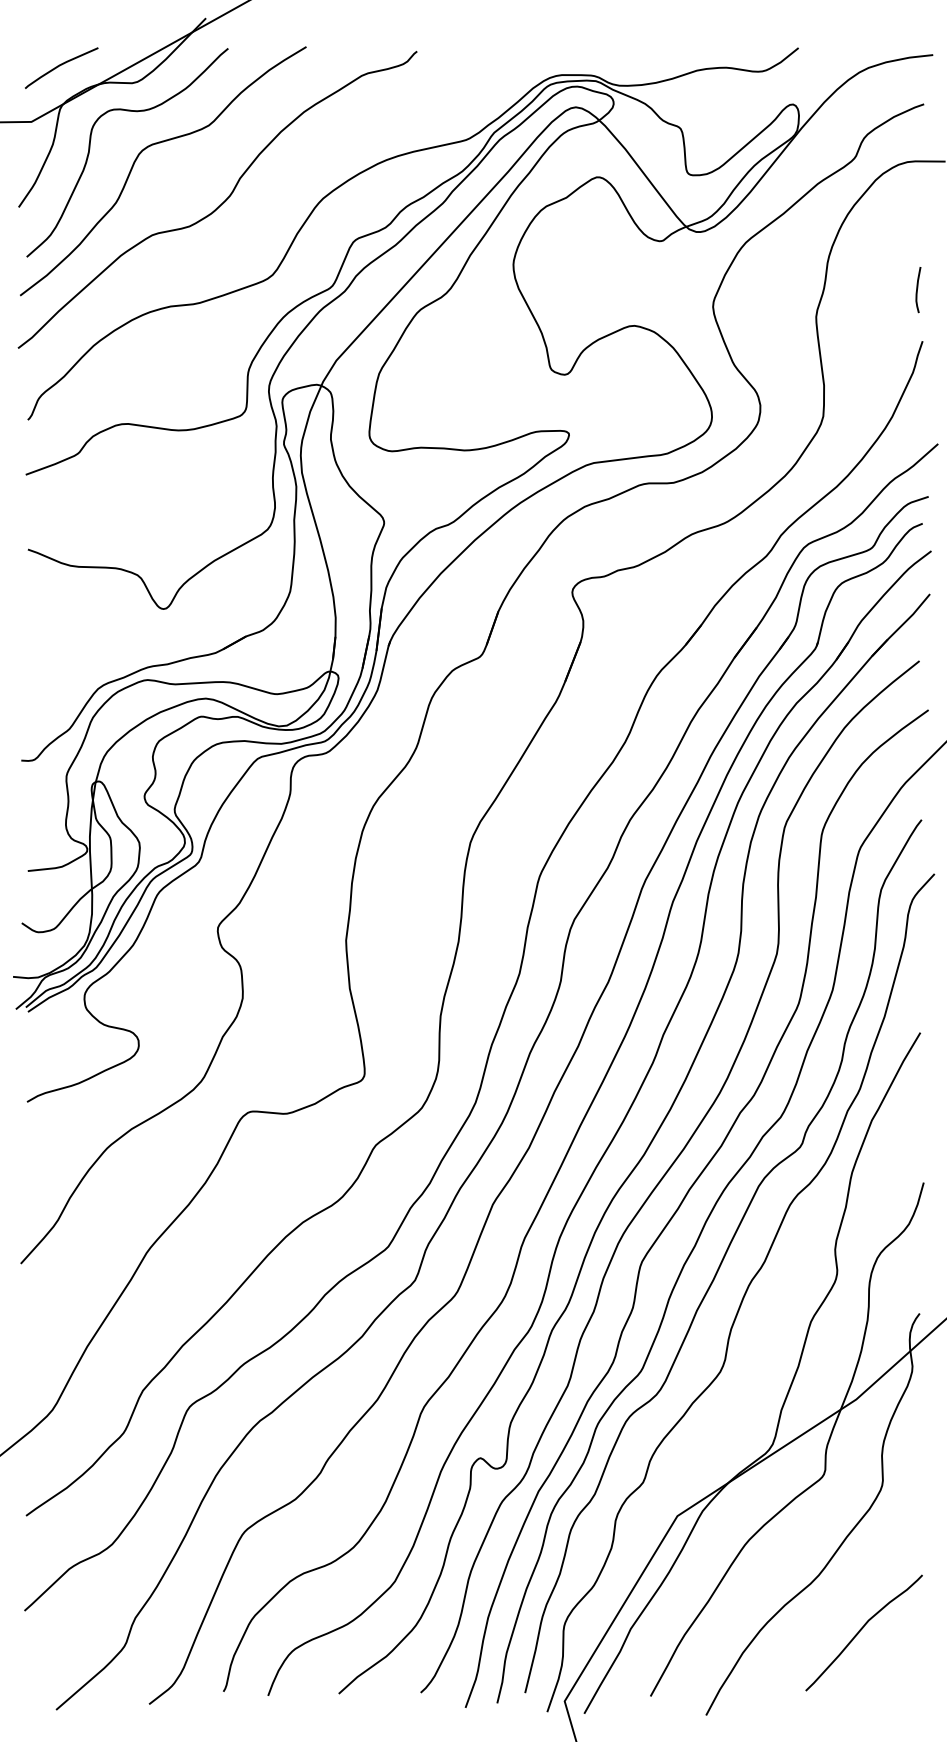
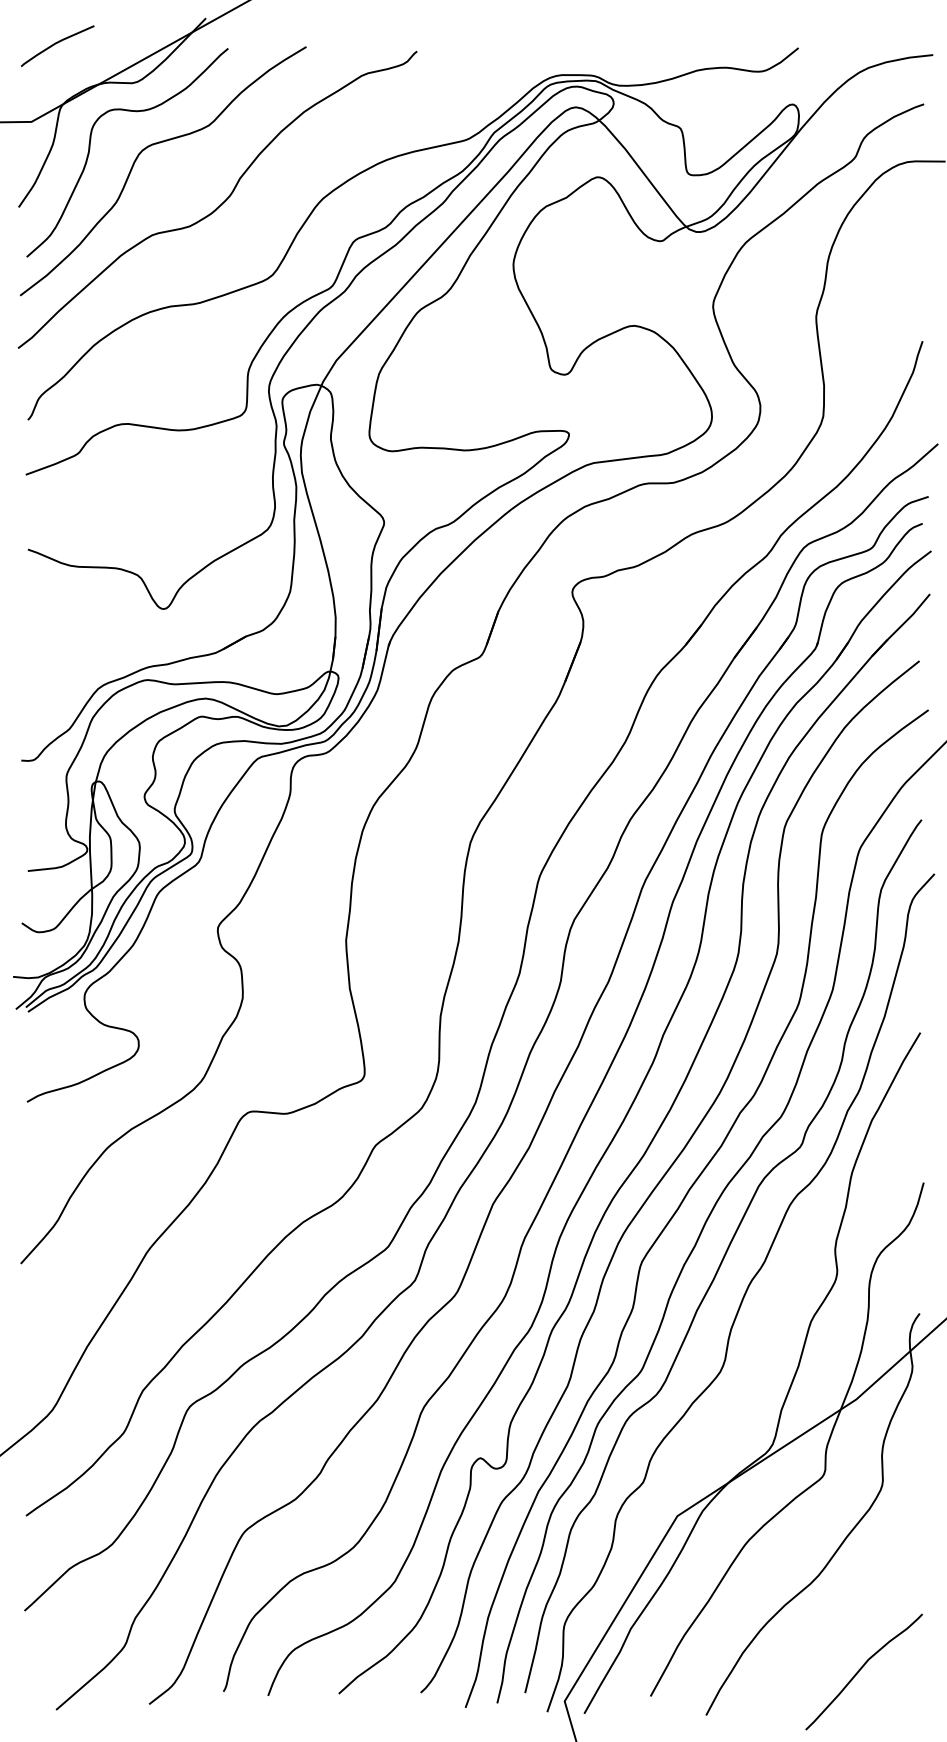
curve at (60, 66) position: (60, 66) -> (56, 44)
curve at (917, 290): present -> none
curve at (861, 1630) position: (861, 1630) -> (861, 1669)
